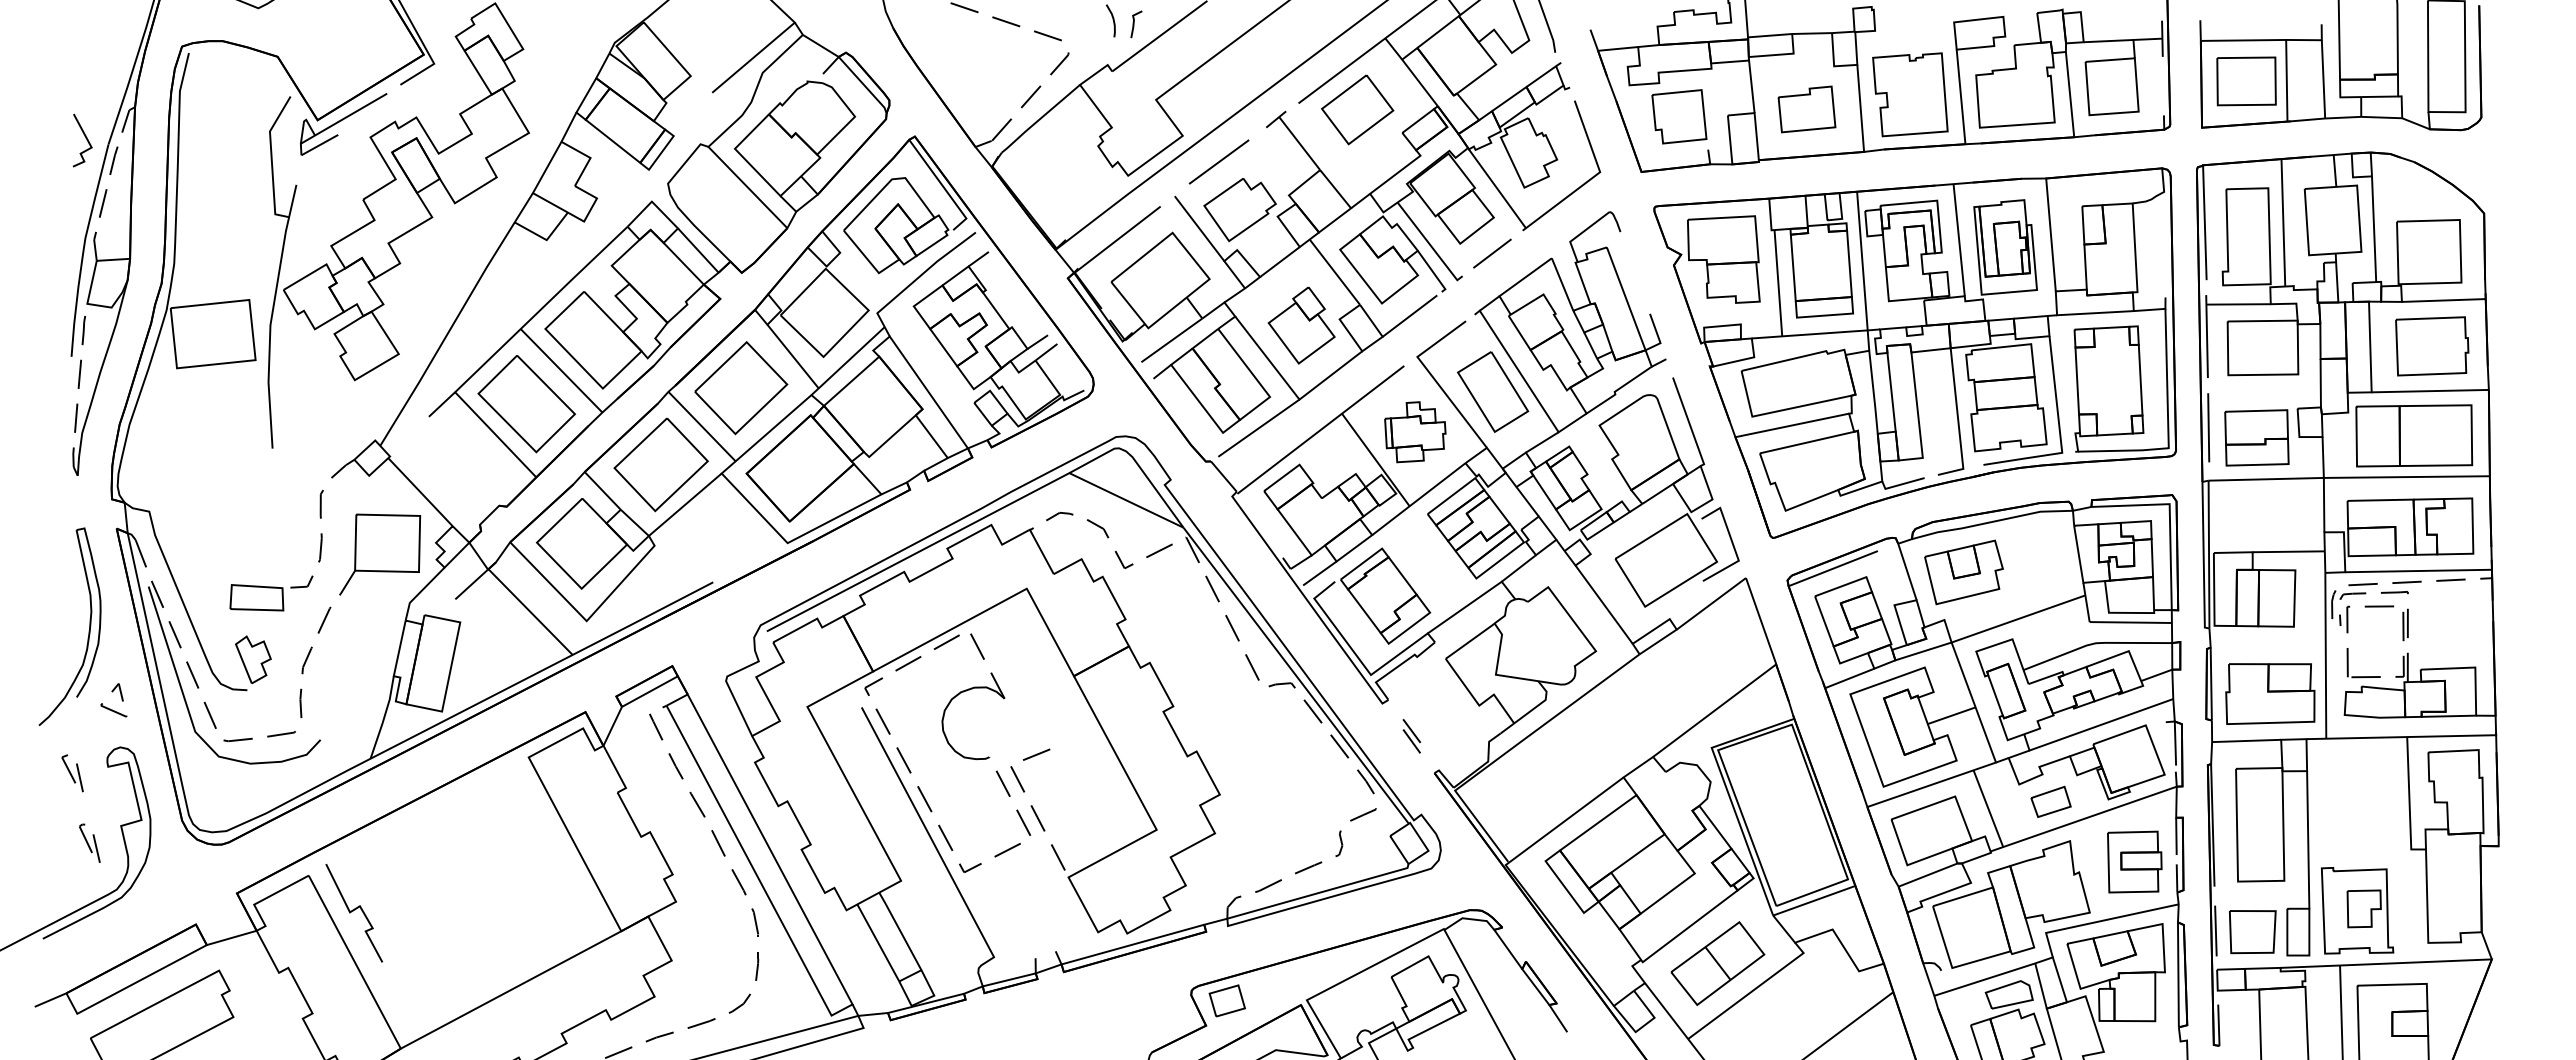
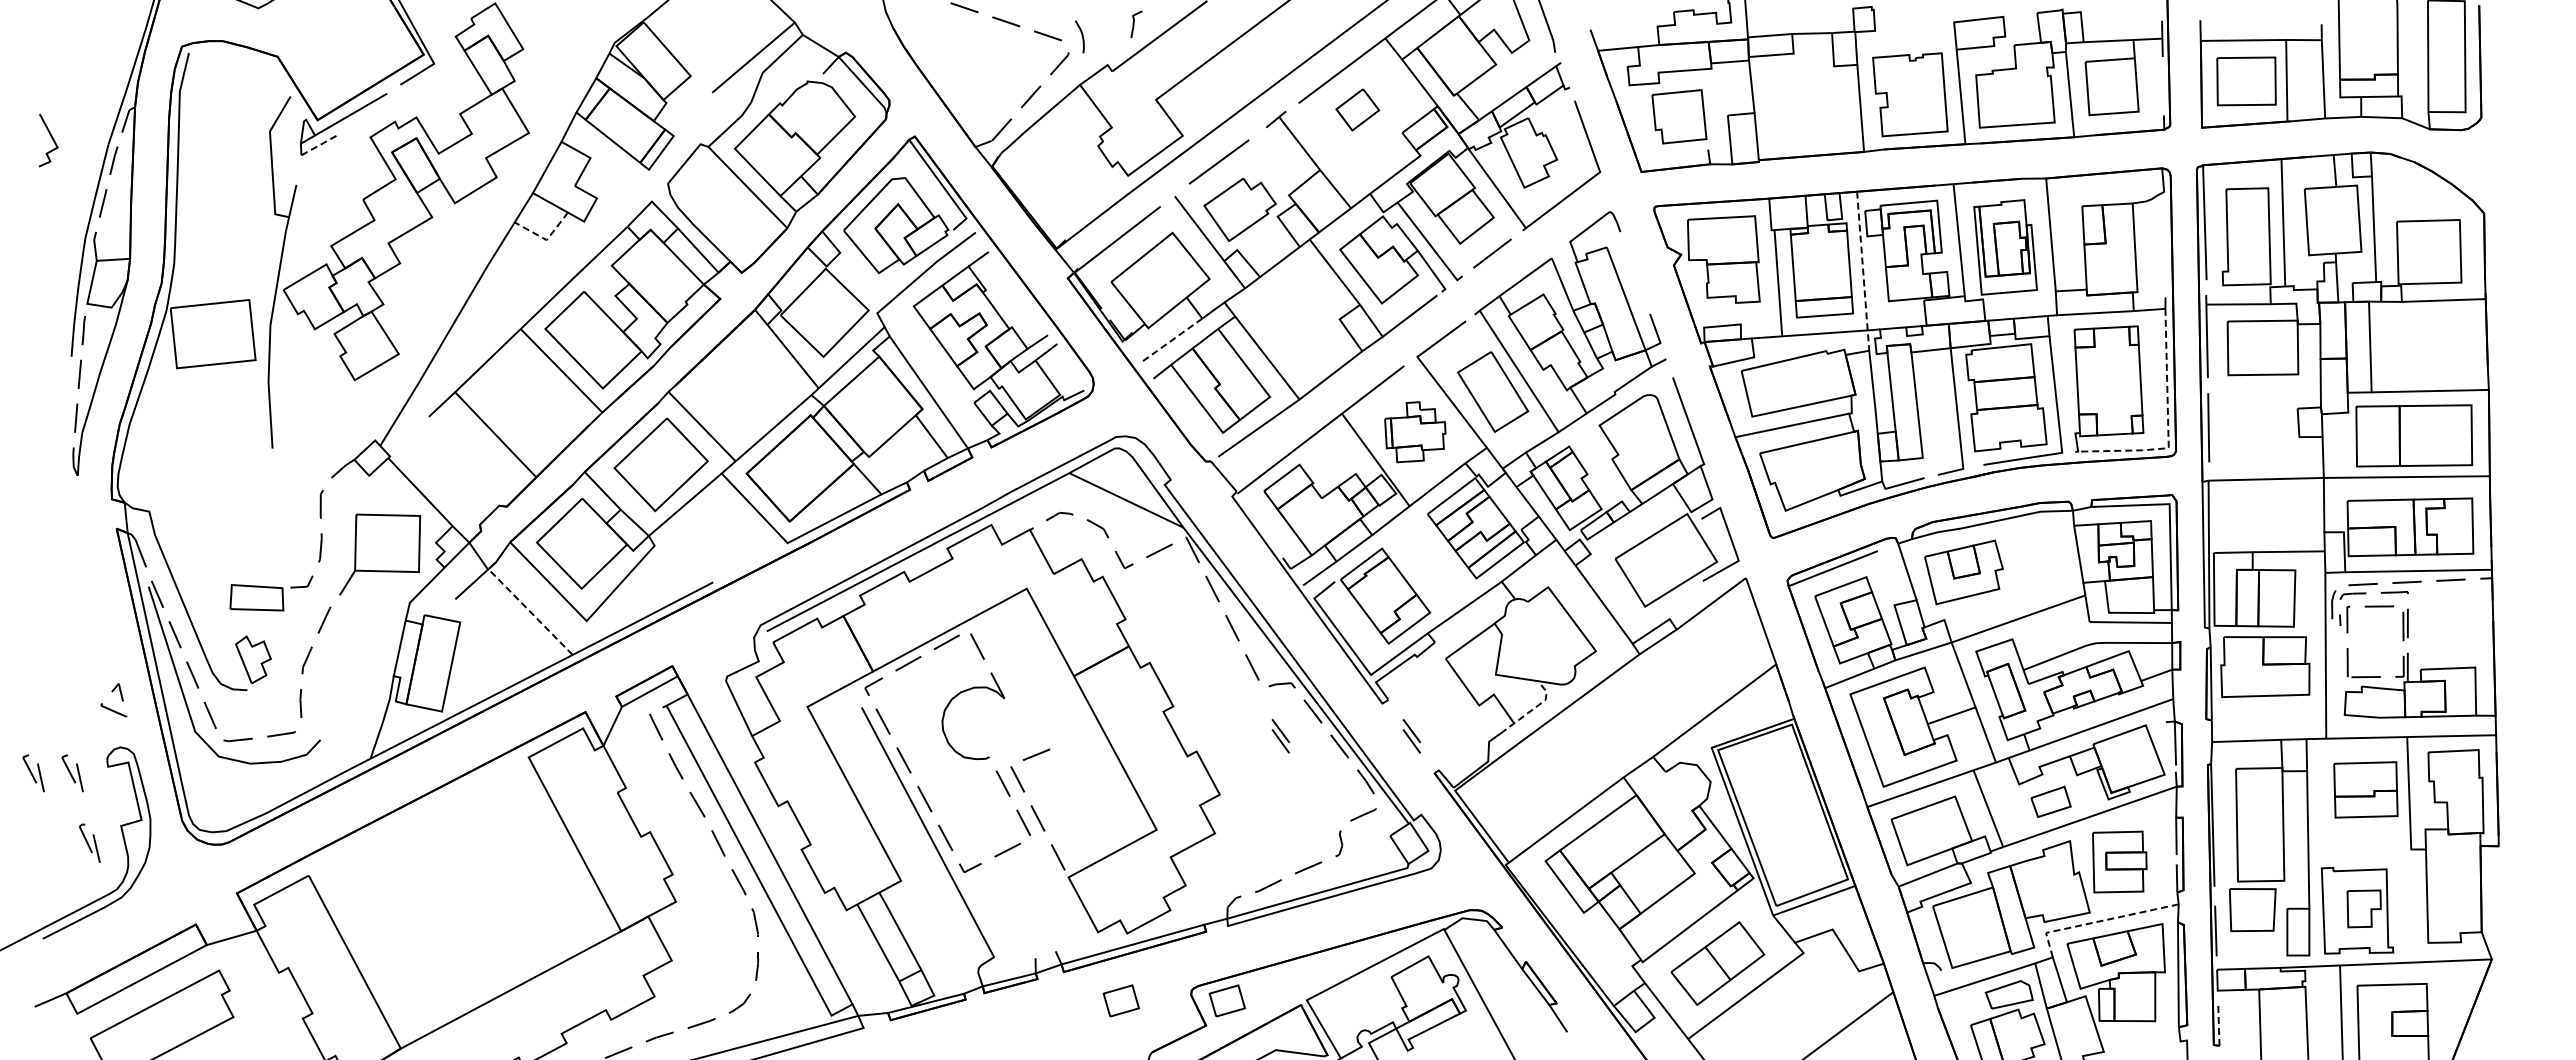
curve at (1112, 20) position: (1112, 20) -> (1081, 36)
part at (1357, 109) size: 74x72 px -> 46x44 px
part at (1806, 109): present -> none
line at (85, 138) position: (85, 138) -> (51, 138)
line at (320, 144): solid -> dashed
line at (545, 239): solid -> dashed
line at (1863, 271): solid -> dashed
part at (1301, 325): present -> none
line at (1171, 340): solid -> dashed
part at (2432, 346): present -> none
part at (741, 388): present -> none
part at (526, 404): present -> none
line at (2168, 425): solid -> dashed
part at (2256, 437) position: (2256, 437) -> (2365, 789)
line at (530, 611): solid -> dashed
part at (88, 631): present -> none
part at (2270, 693) position: (2270, 693) -> (2265, 666)
line at (1533, 709): solid -> dashed
part at (1280, 736): none -> present
part at (33, 773): none -> present
part at (2134, 861) position: (2134, 861) -> (2119, 861)
curve at (353, 911): present -> none
line at (2099, 921): solid -> dashed
part at (2252, 932) position: (2252, 932) -> (2252, 910)
part at (1120, 1000): none -> present
line at (2218, 1025): solid -> dashed
